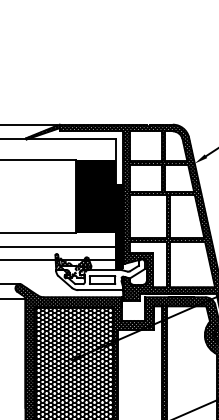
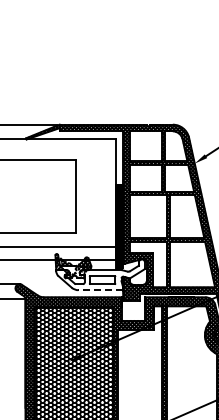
fill at (96, 196): present -> none
line at (100, 290): solid -> dashed
